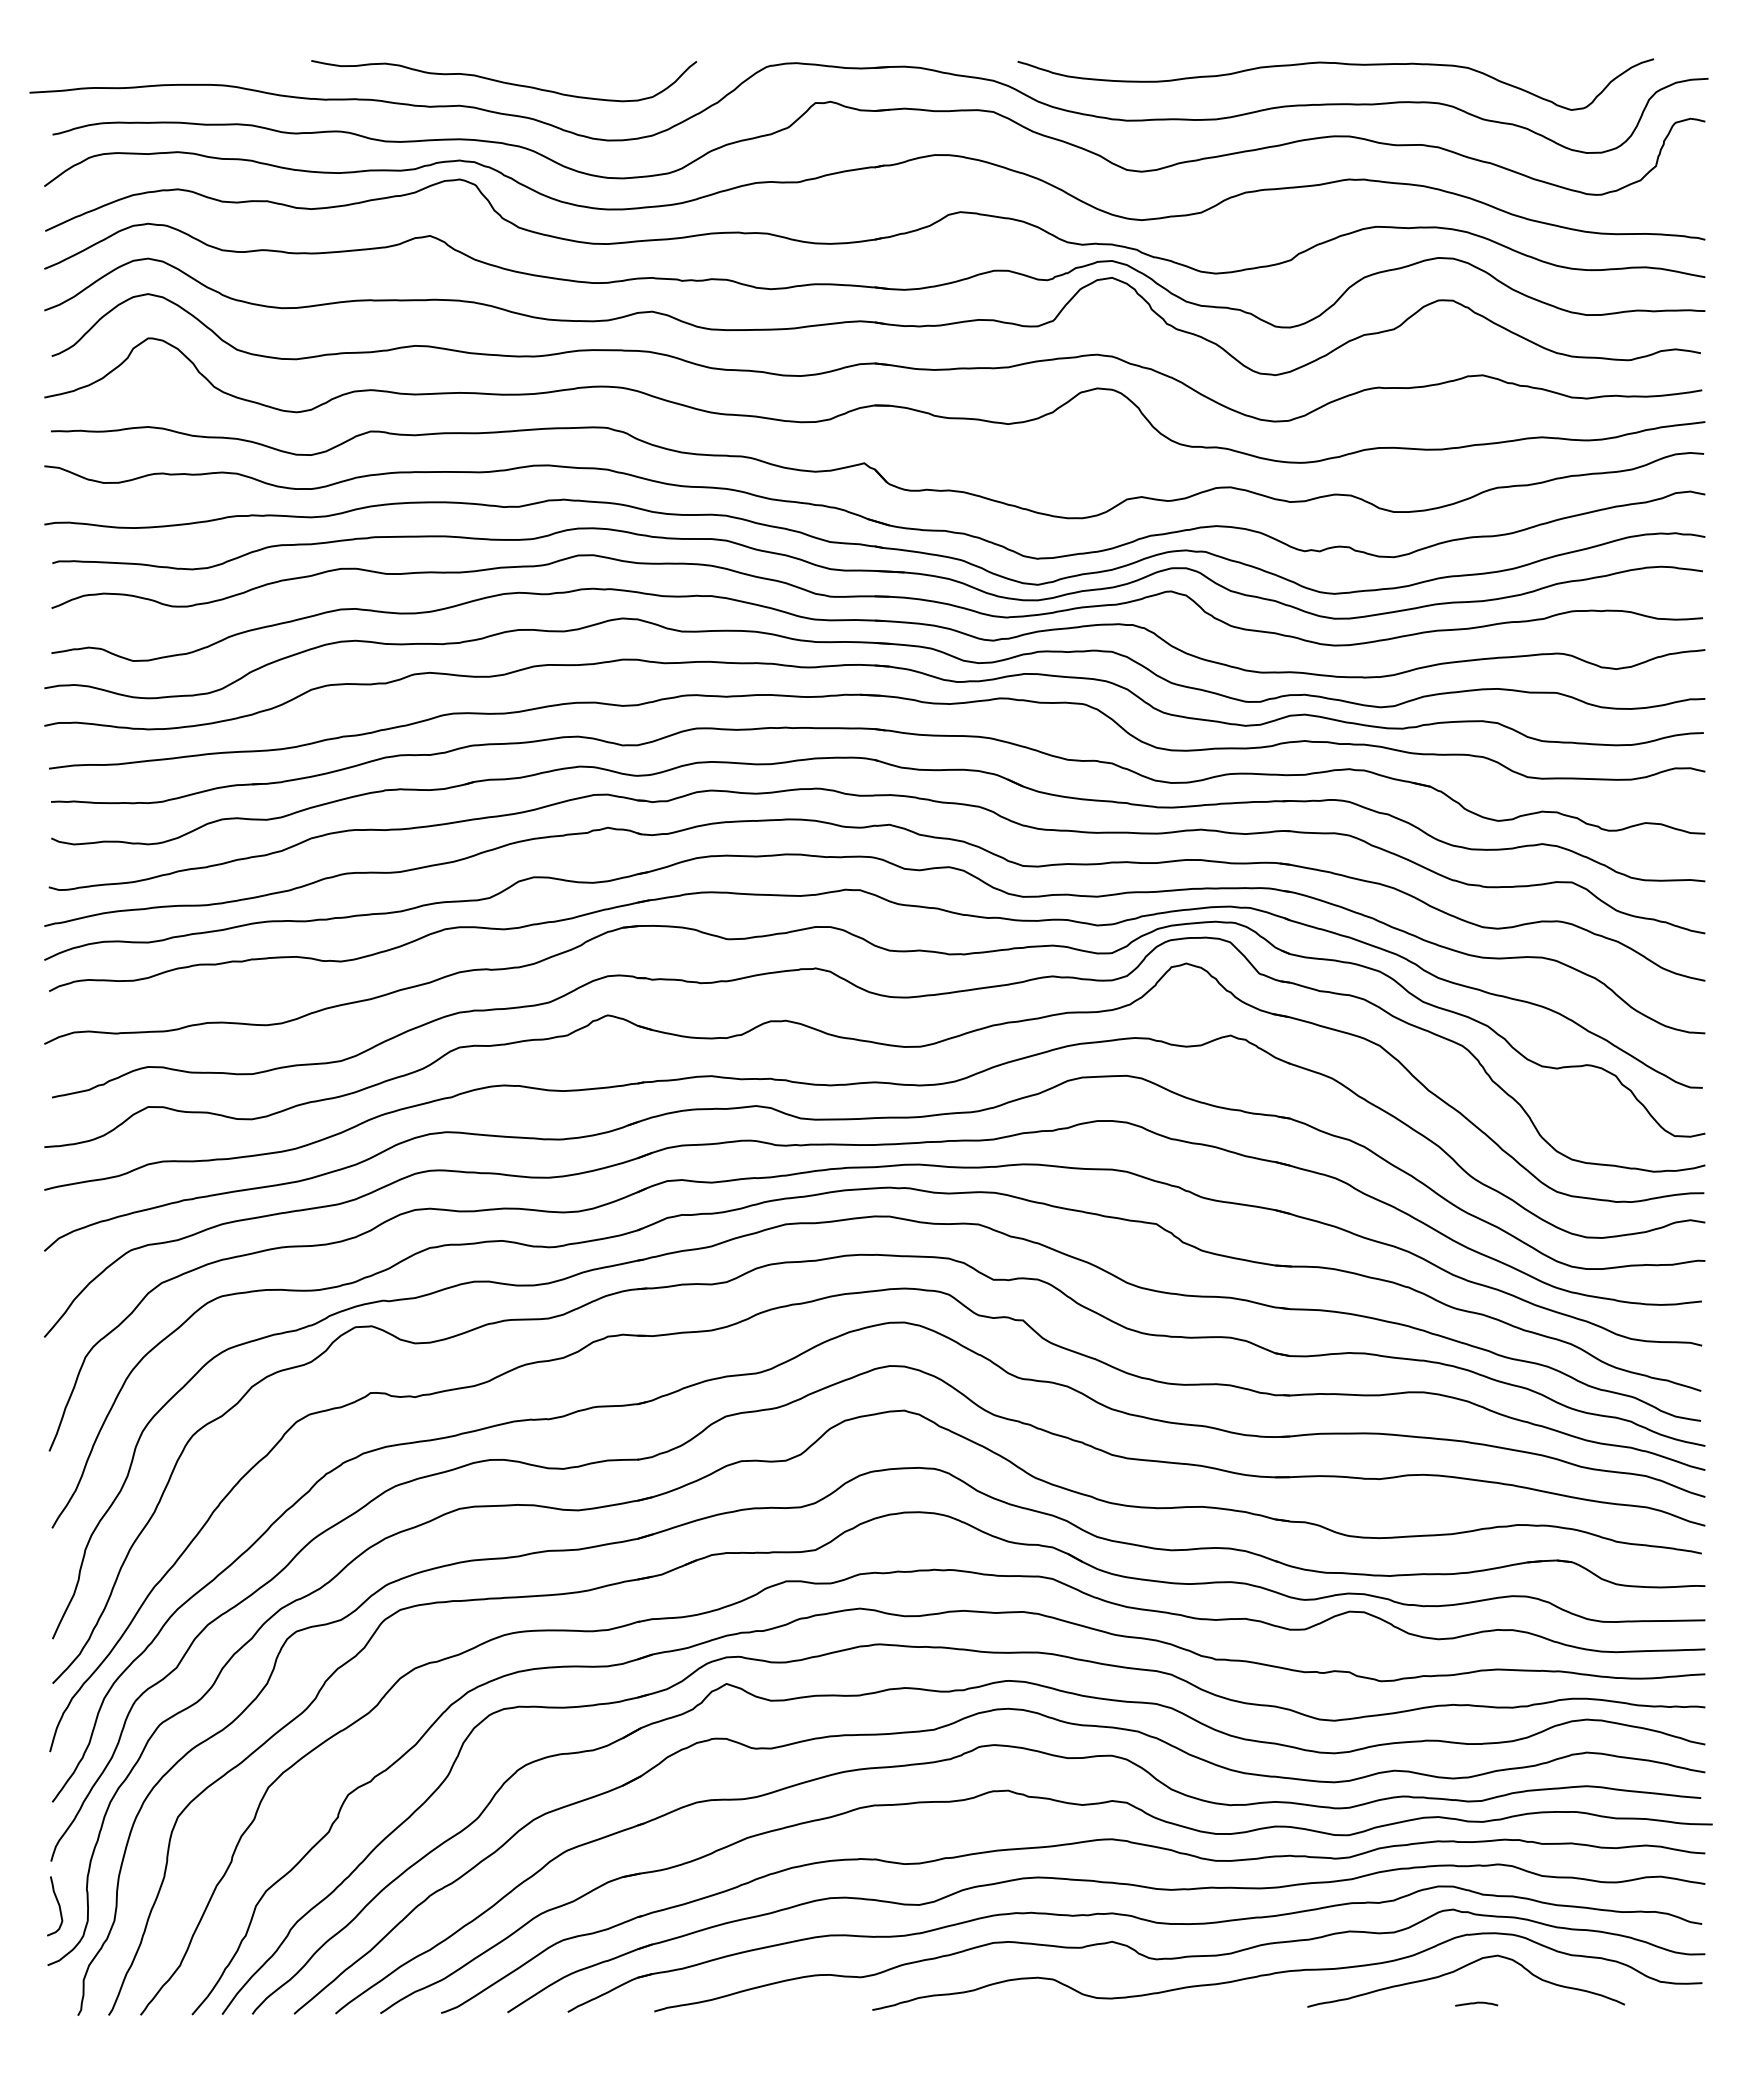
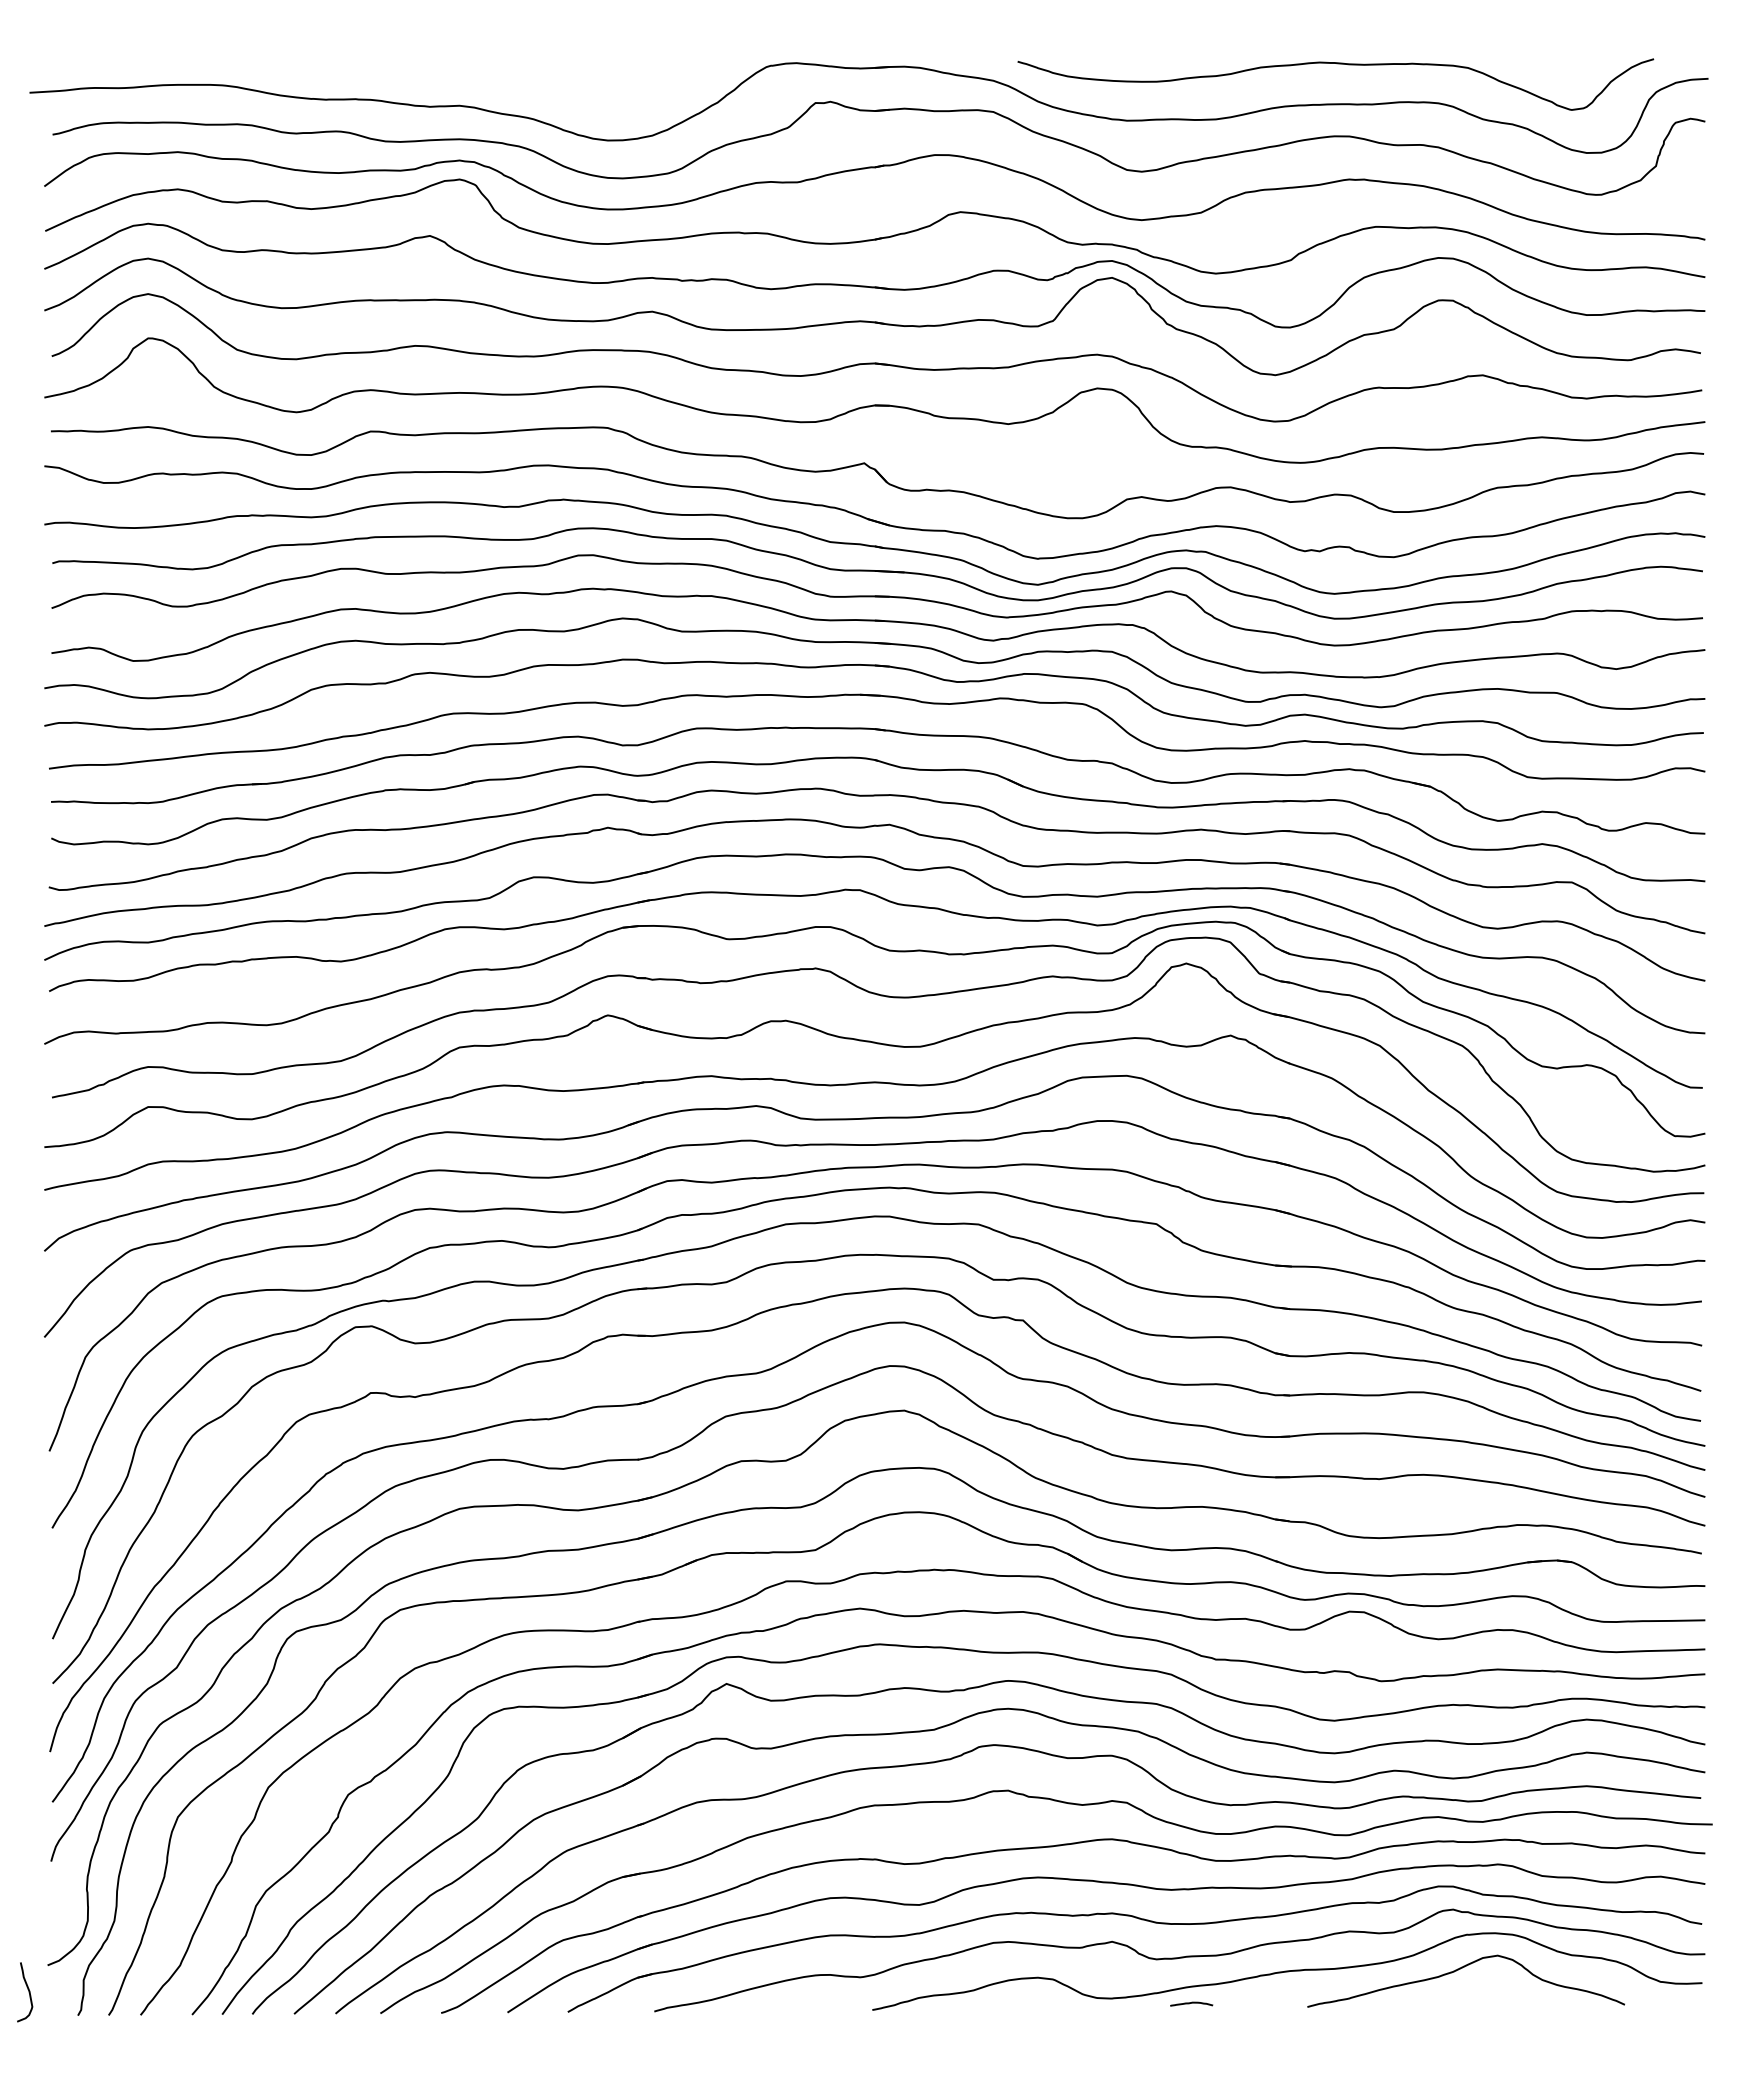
curve at (504, 81): present -> none
curve at (58, 1906) position: (58, 1906) -> (28, 1992)
curve at (1476, 2003) position: (1476, 2003) -> (1191, 2003)
